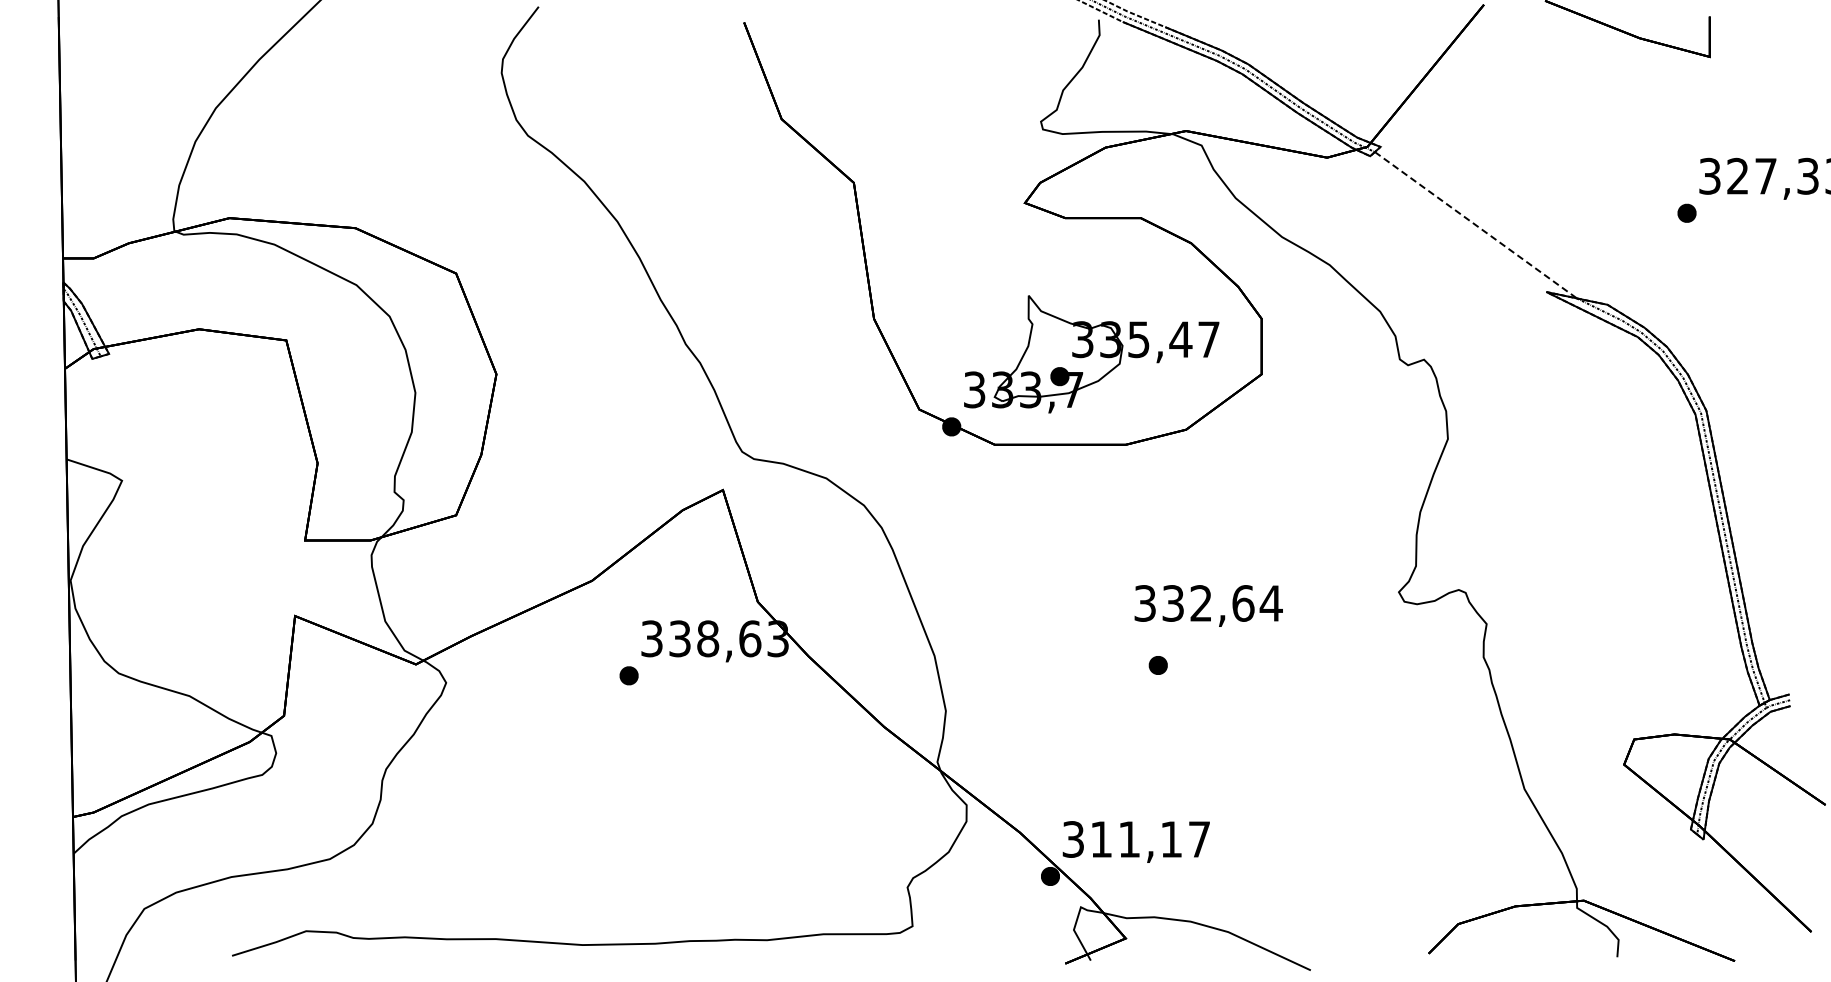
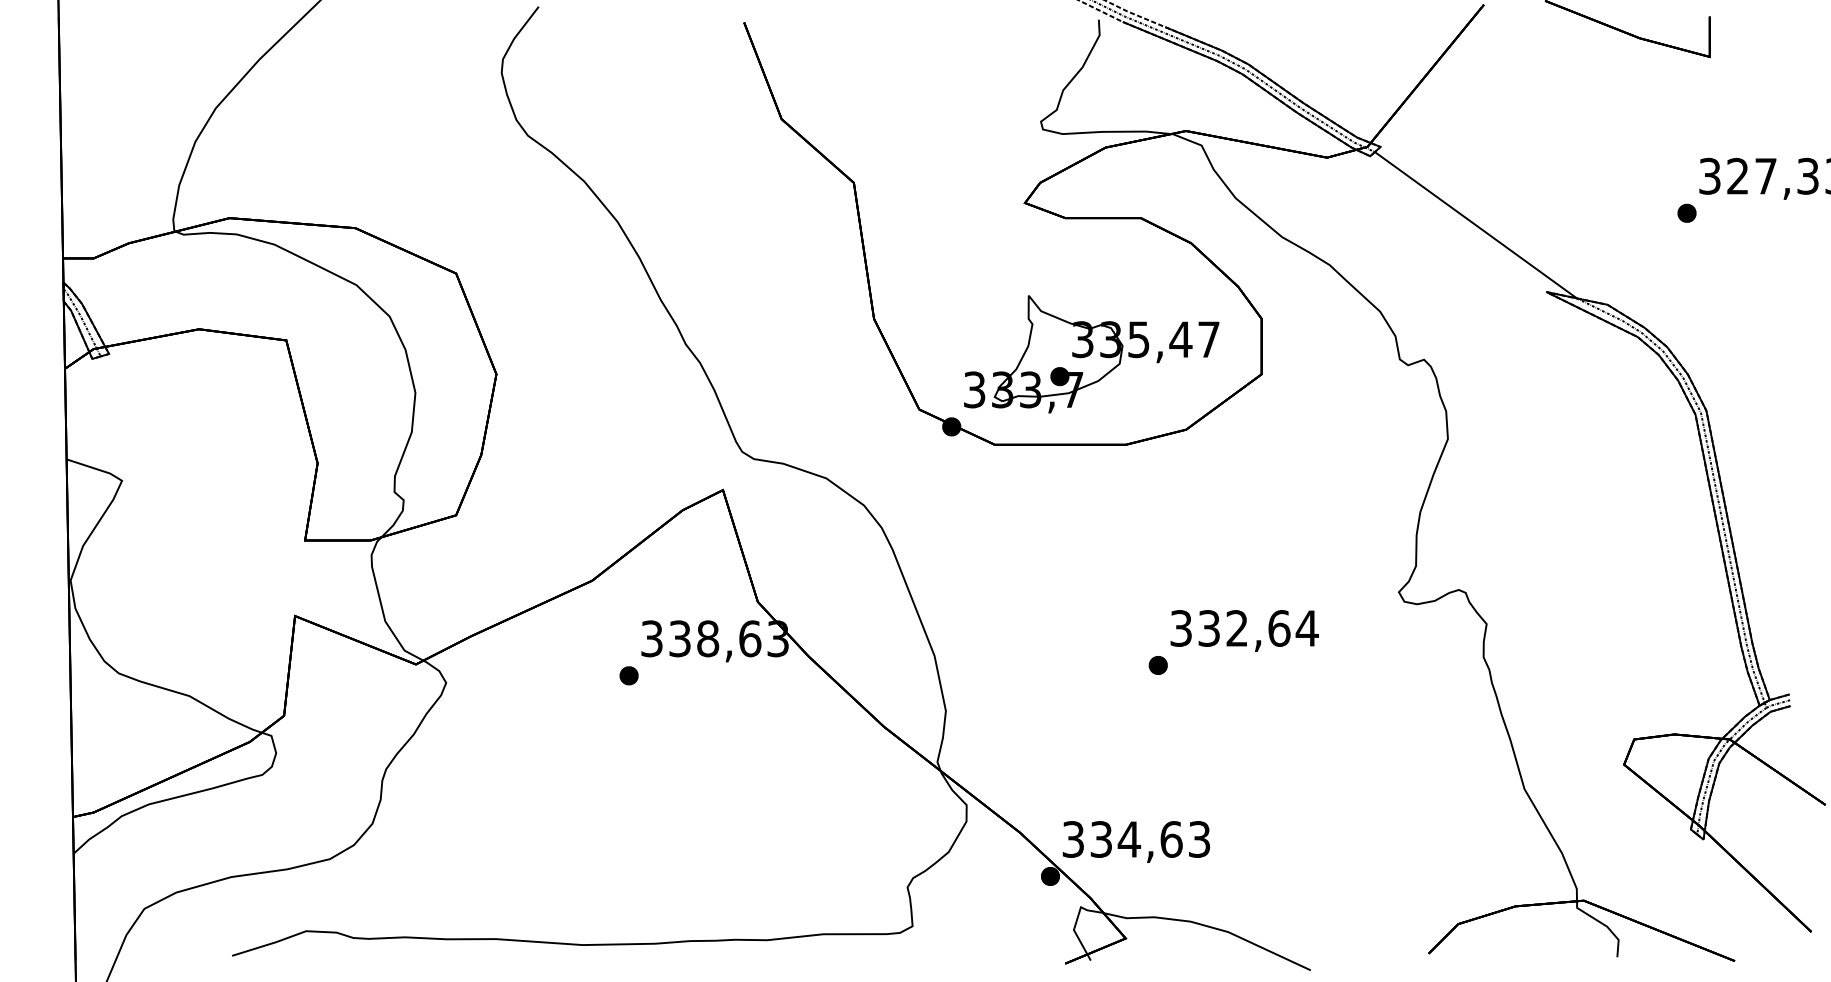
line at (1475, 225): dashed -> solid
text at (1208, 605) position: (1208, 605) -> (1244, 630)
text at (1150, 839): 311,17 -> 334,63
